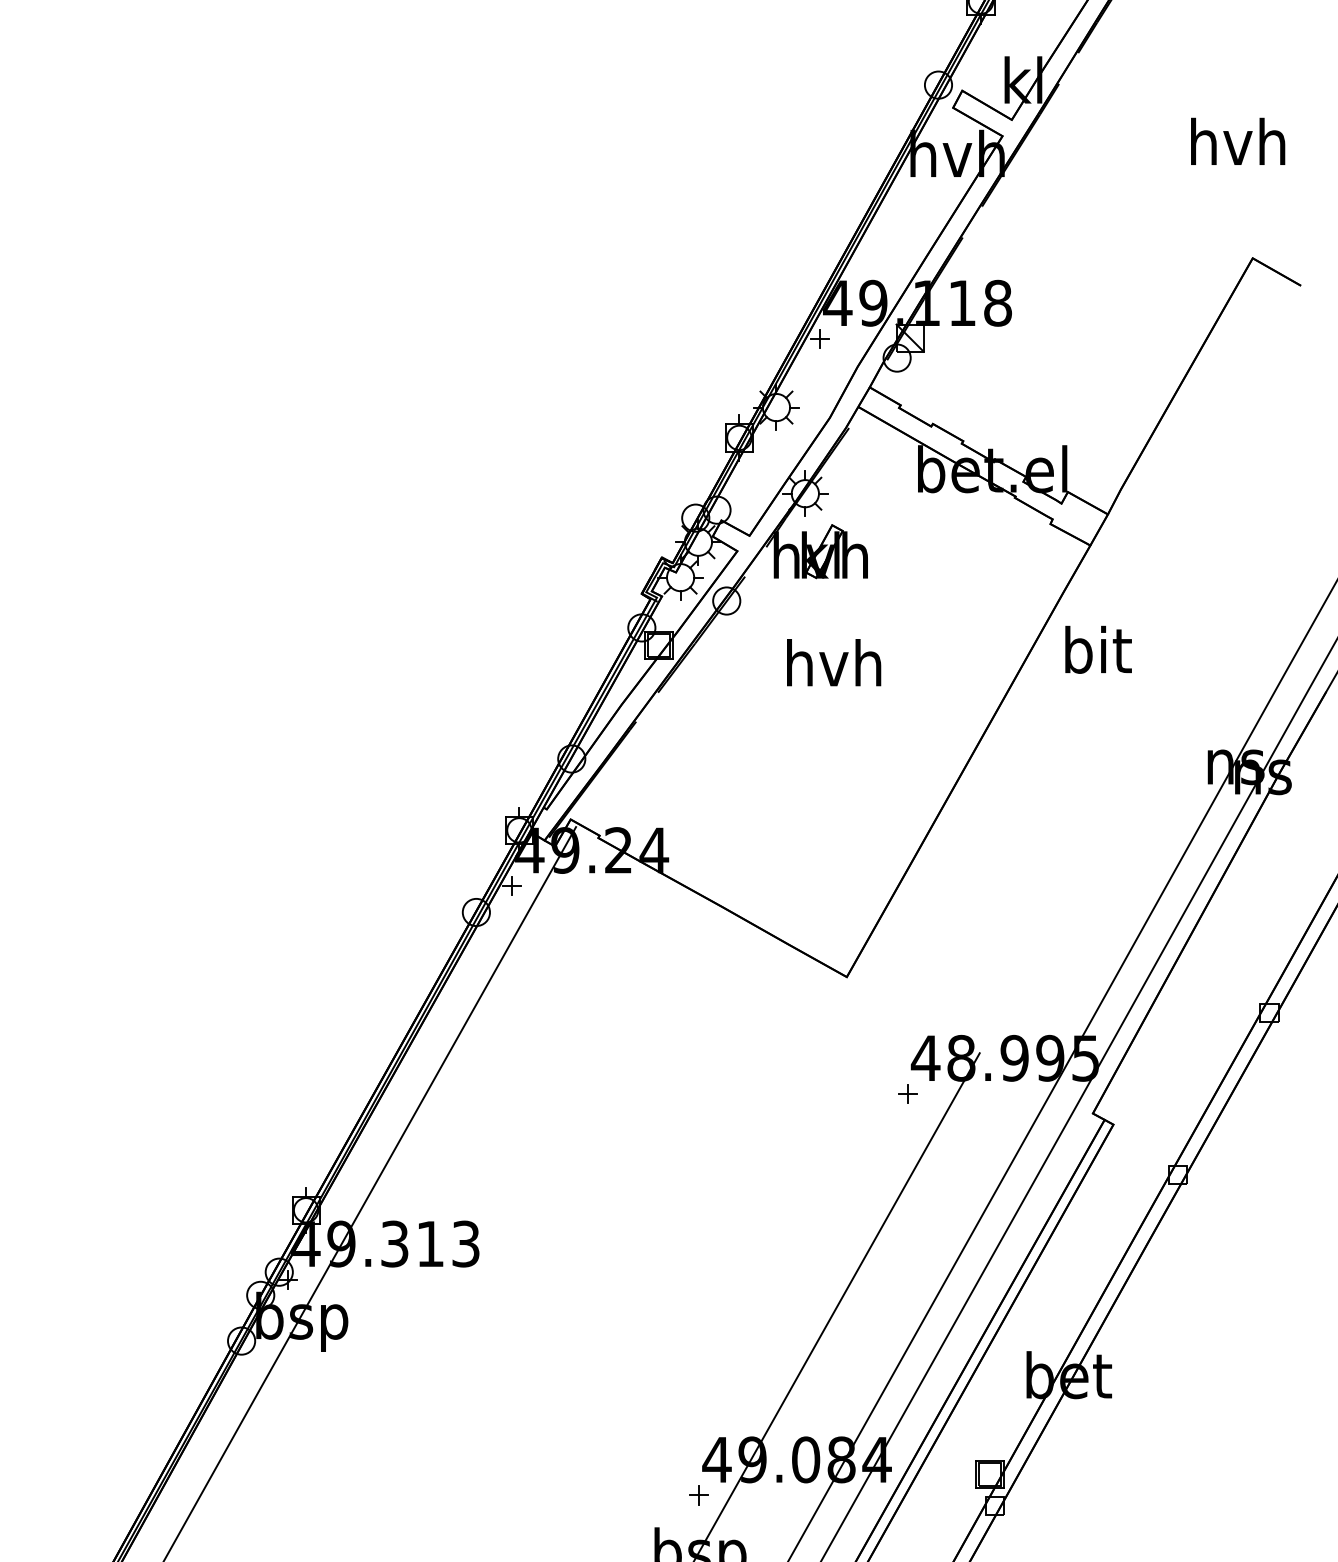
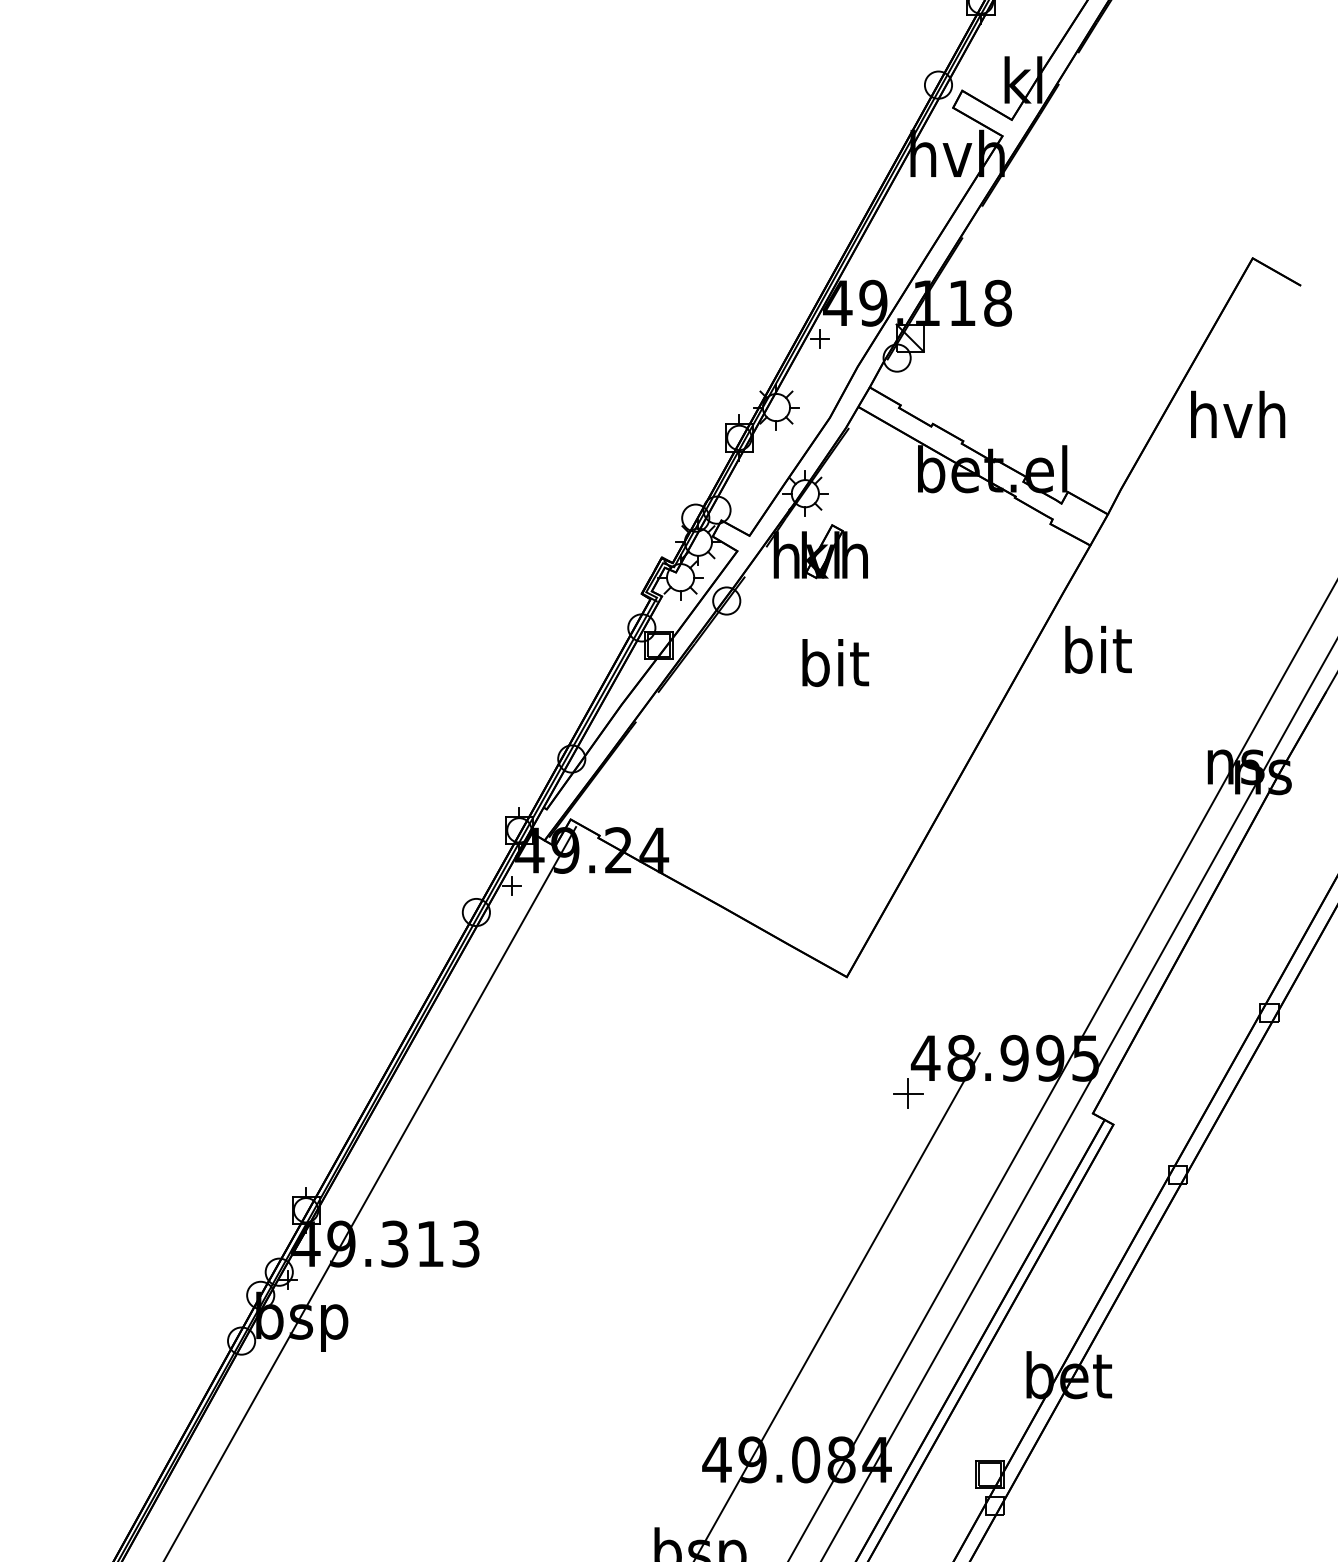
text at (1238, 140) position: (1238, 140) -> (1238, 413)
text at (834, 663): hvh -> bit
part at (907, 1093) size: 20x20 px -> 31x31 px
part at (698, 1495): present -> none
